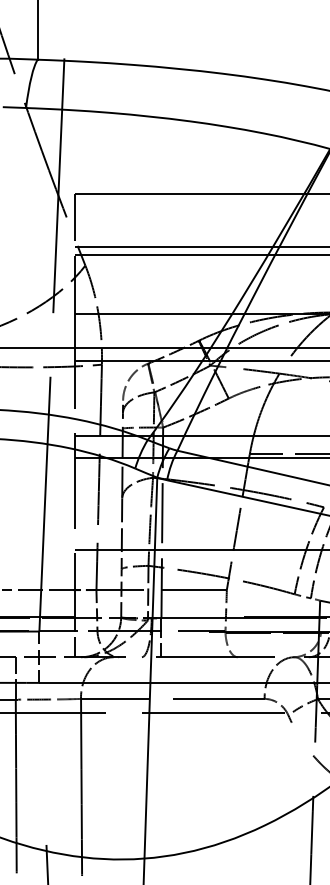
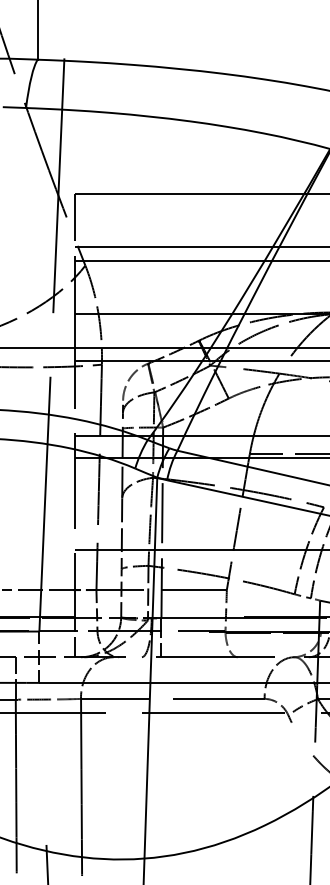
line at (200, 254) position: (200, 254) -> (200, 260)
